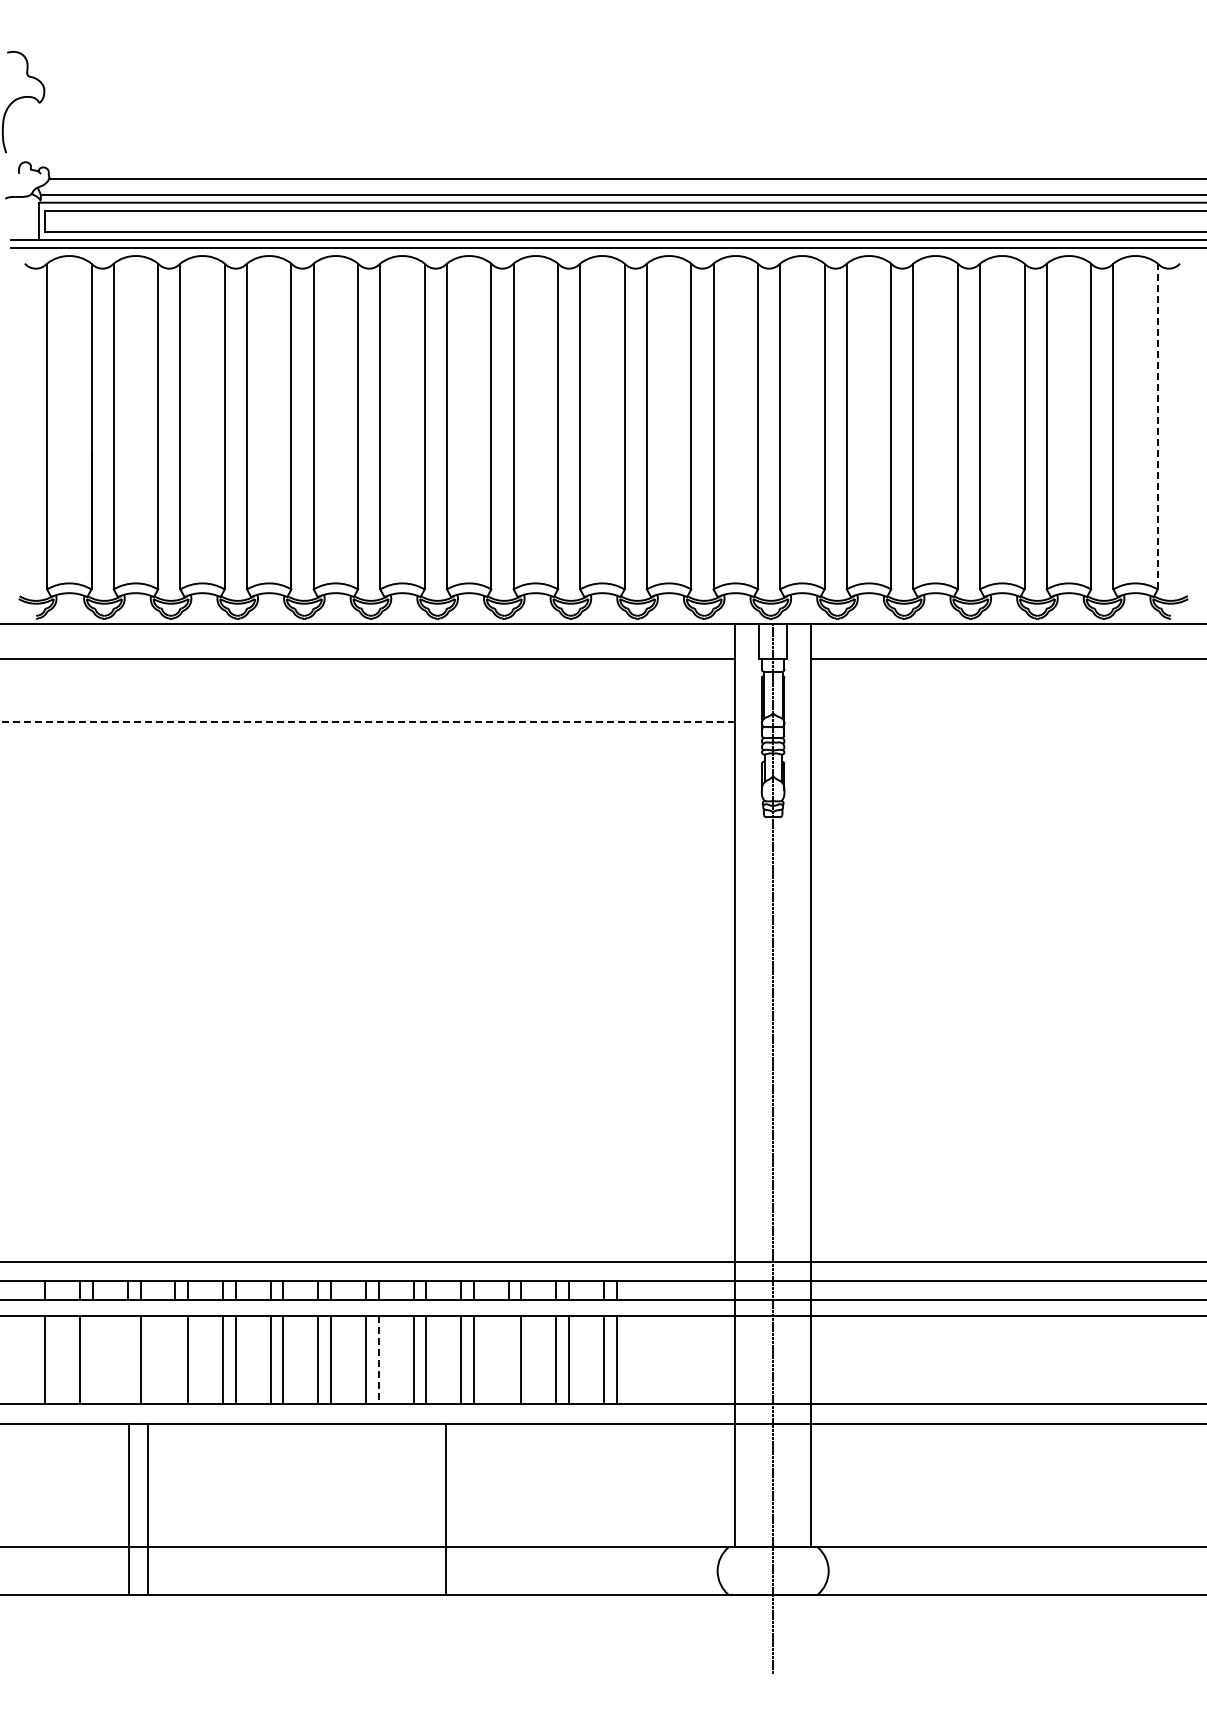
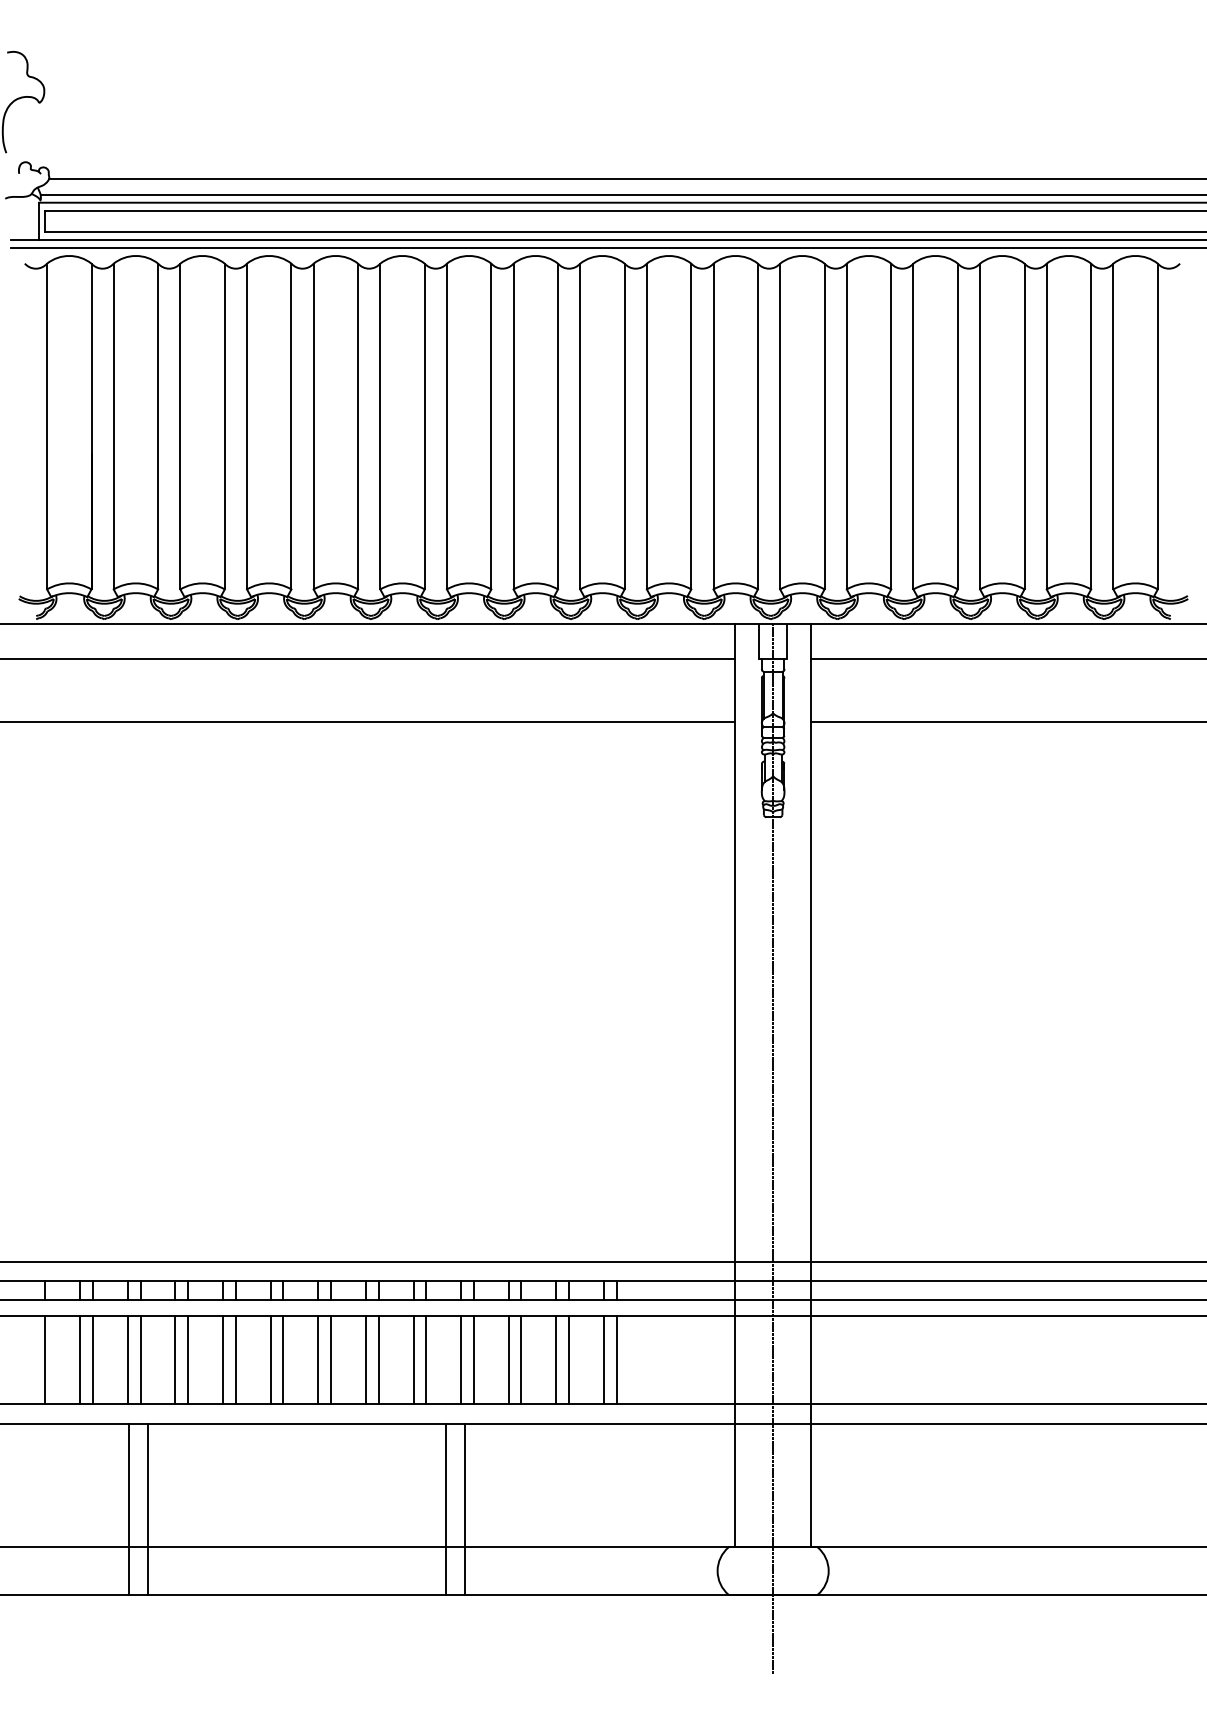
line at (1157, 426): dashed -> solid
line at (368, 722): dashed -> solid
line at (1007, 722): none -> present
line at (92, 1359): none -> present
line at (127, 1359): none -> present
line at (175, 1359): none -> present
line at (508, 1359): none -> present
line at (378, 1360): dashed -> solid
line at (465, 1508): none -> present
